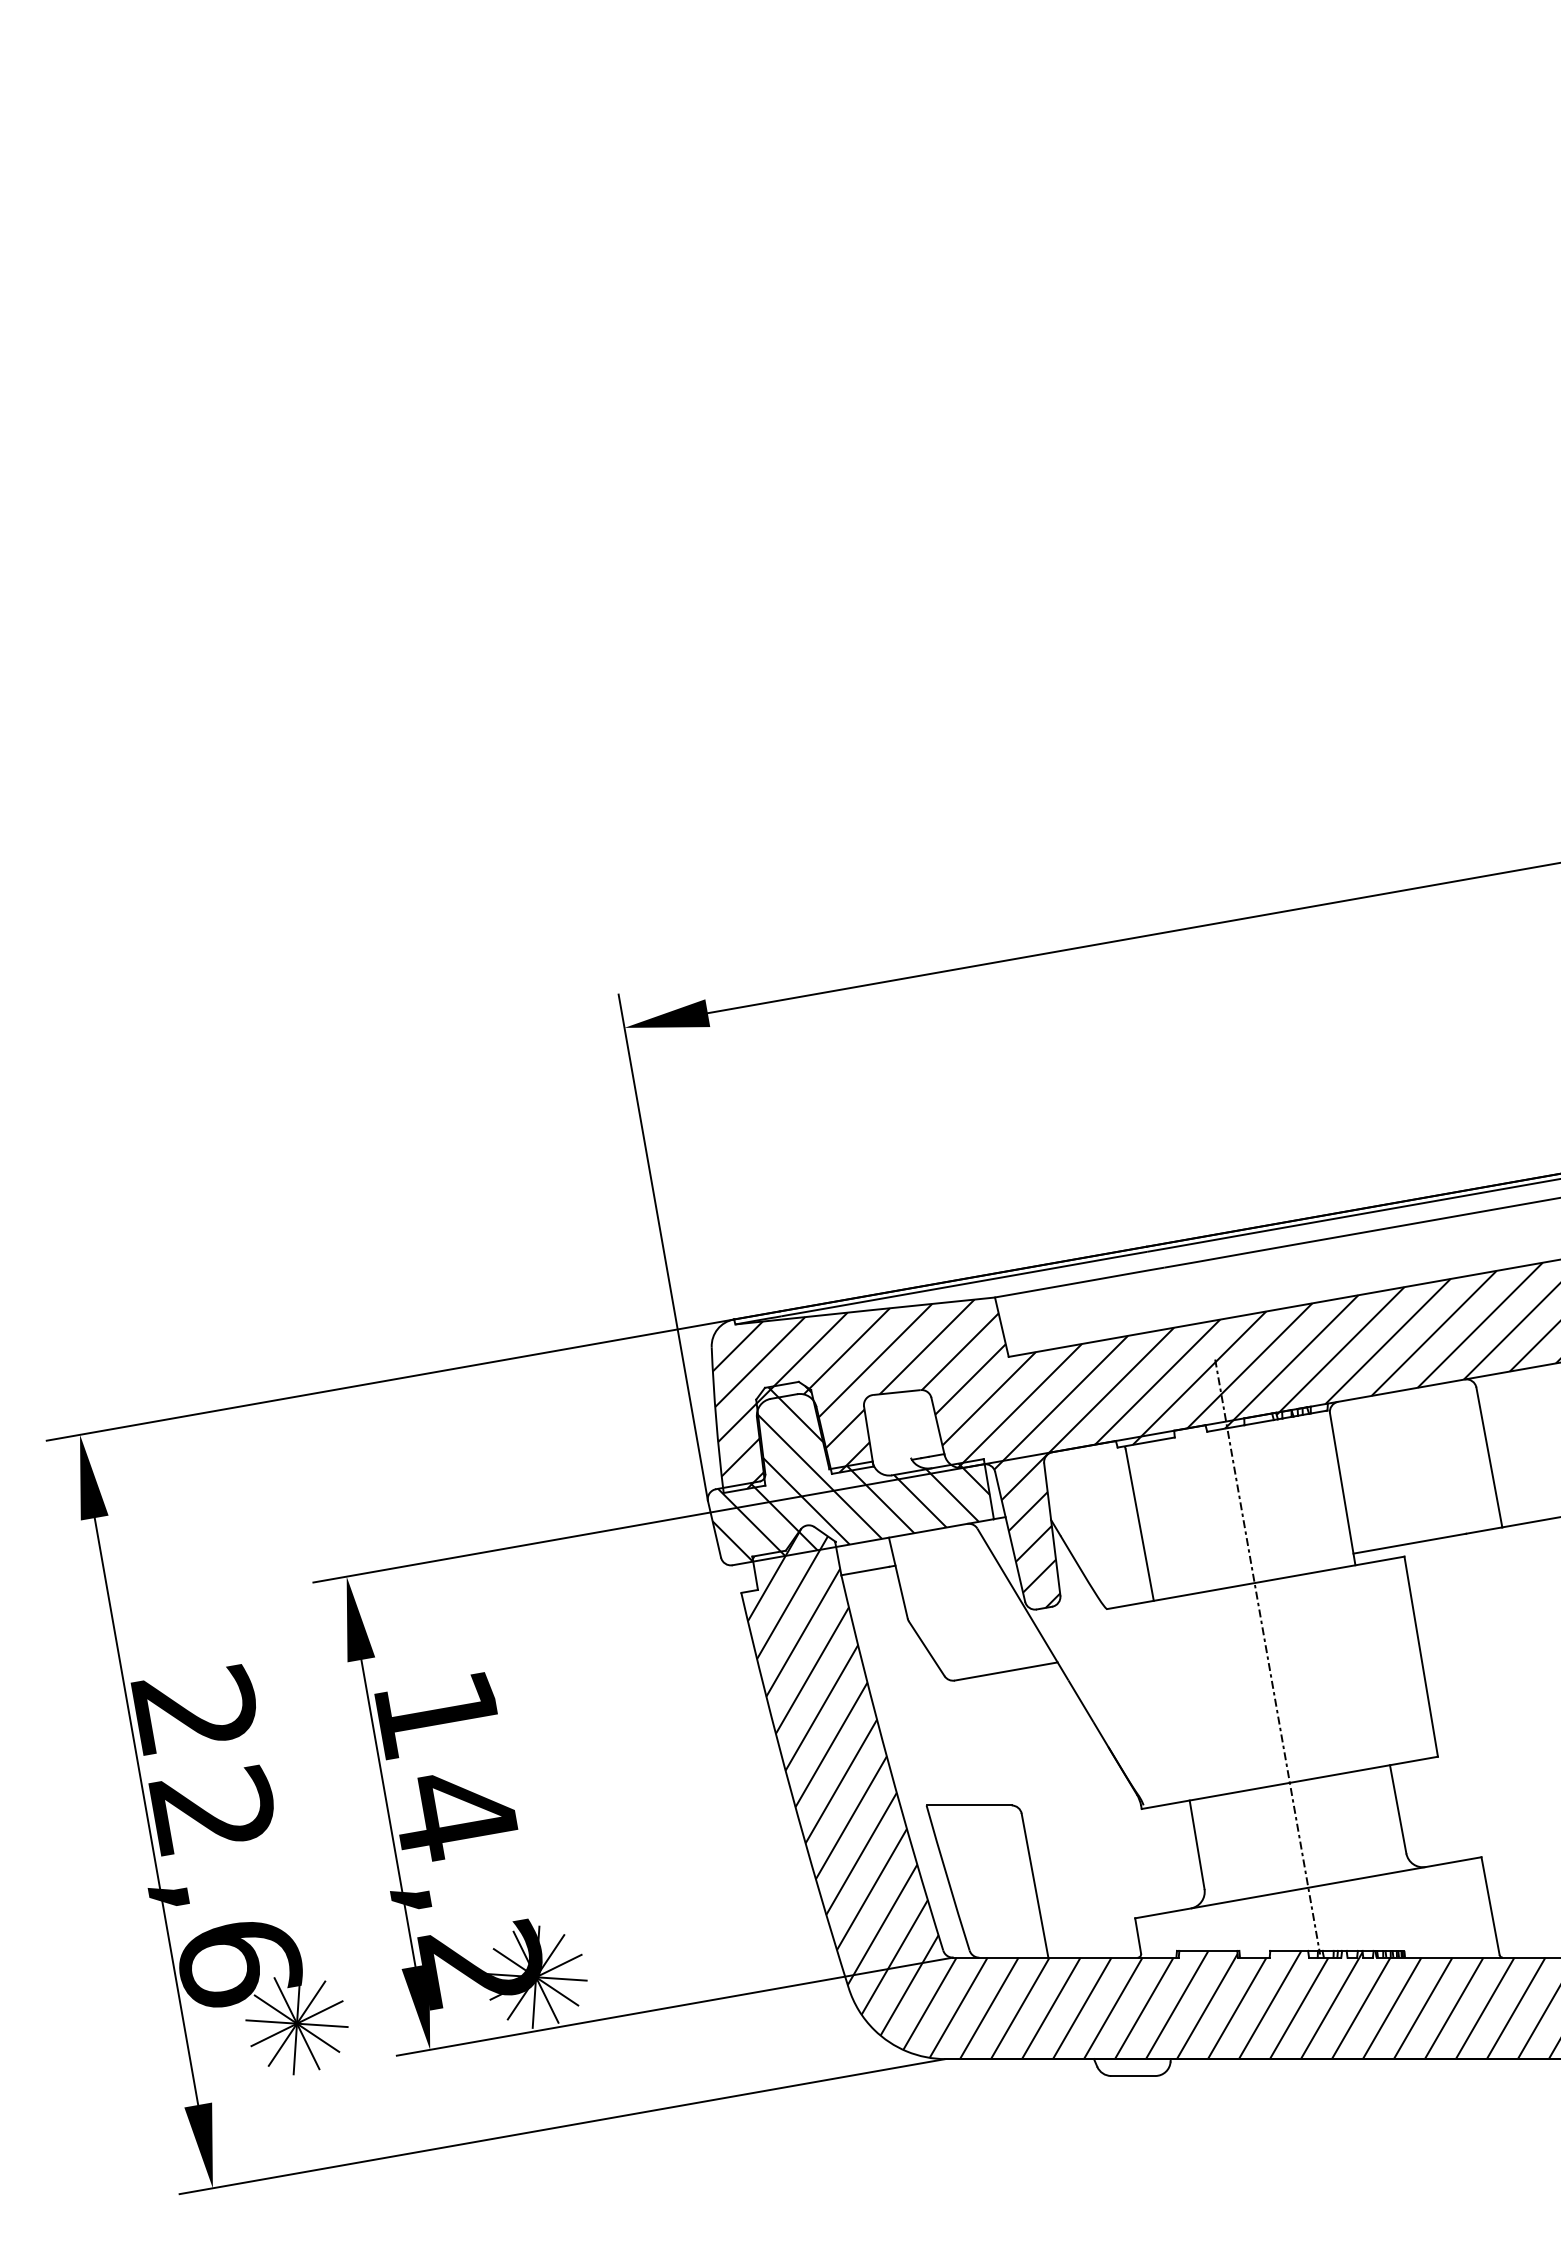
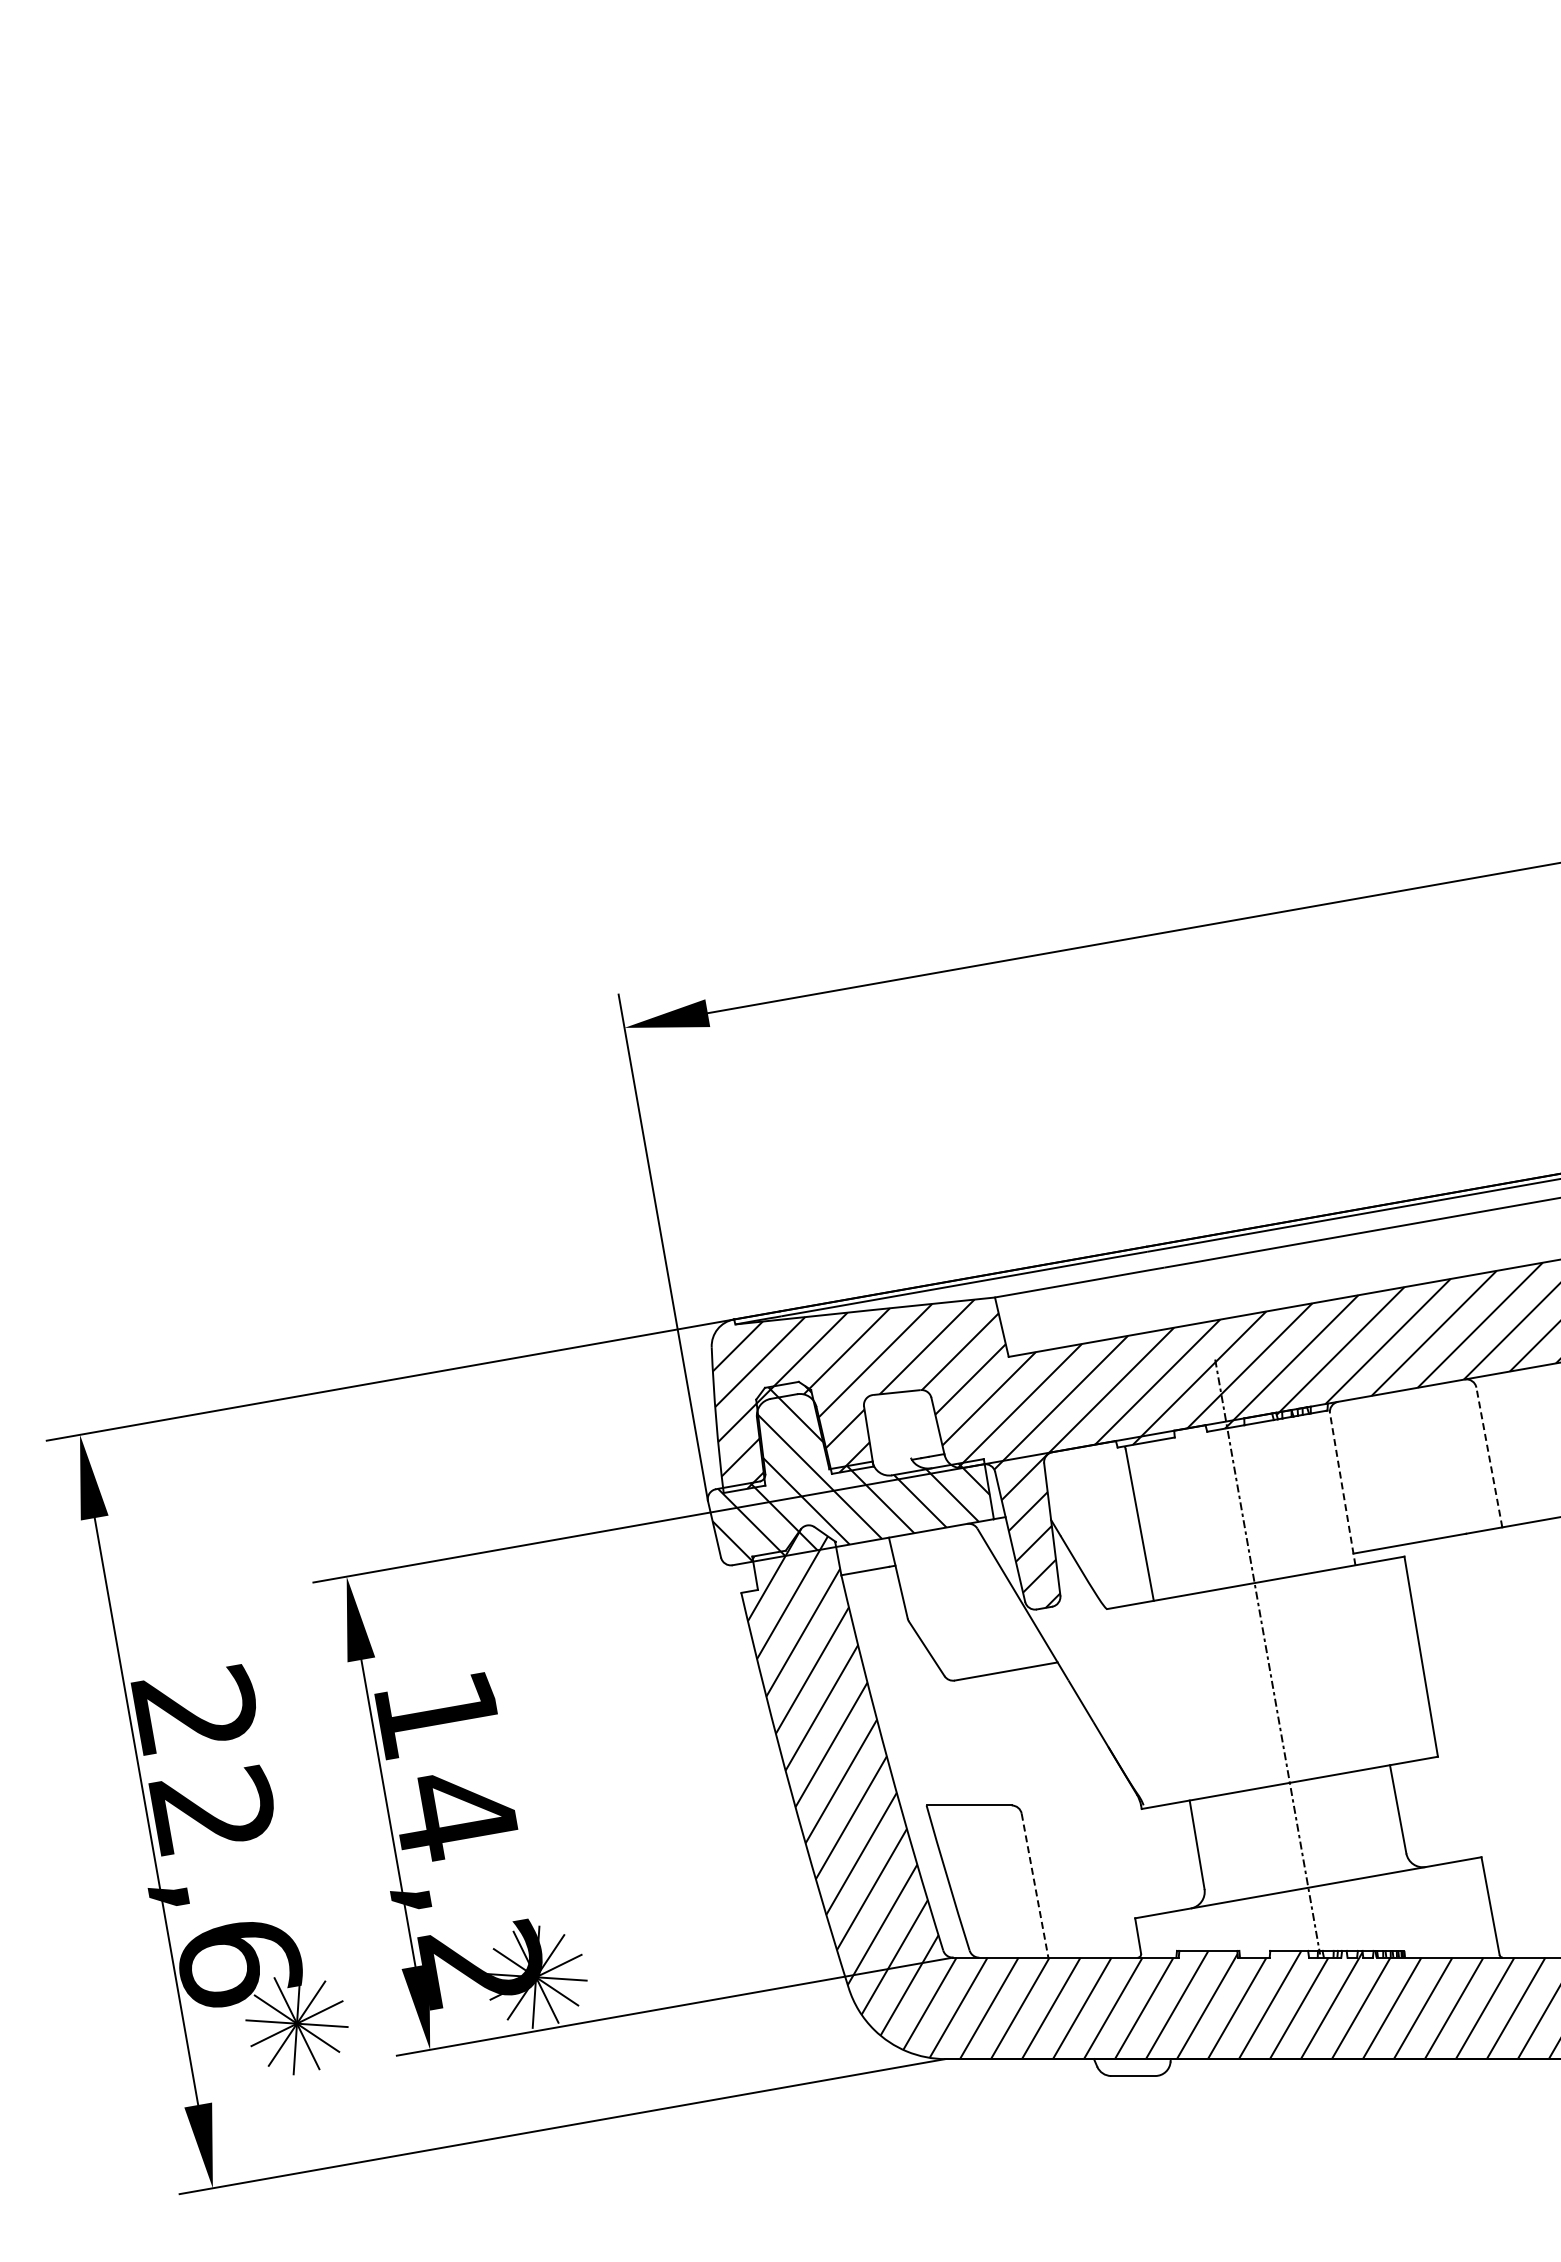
line at (1489, 1457): solid -> dashed
line at (1342, 1489): solid -> dashed
line at (1035, 1886): solid -> dashed
